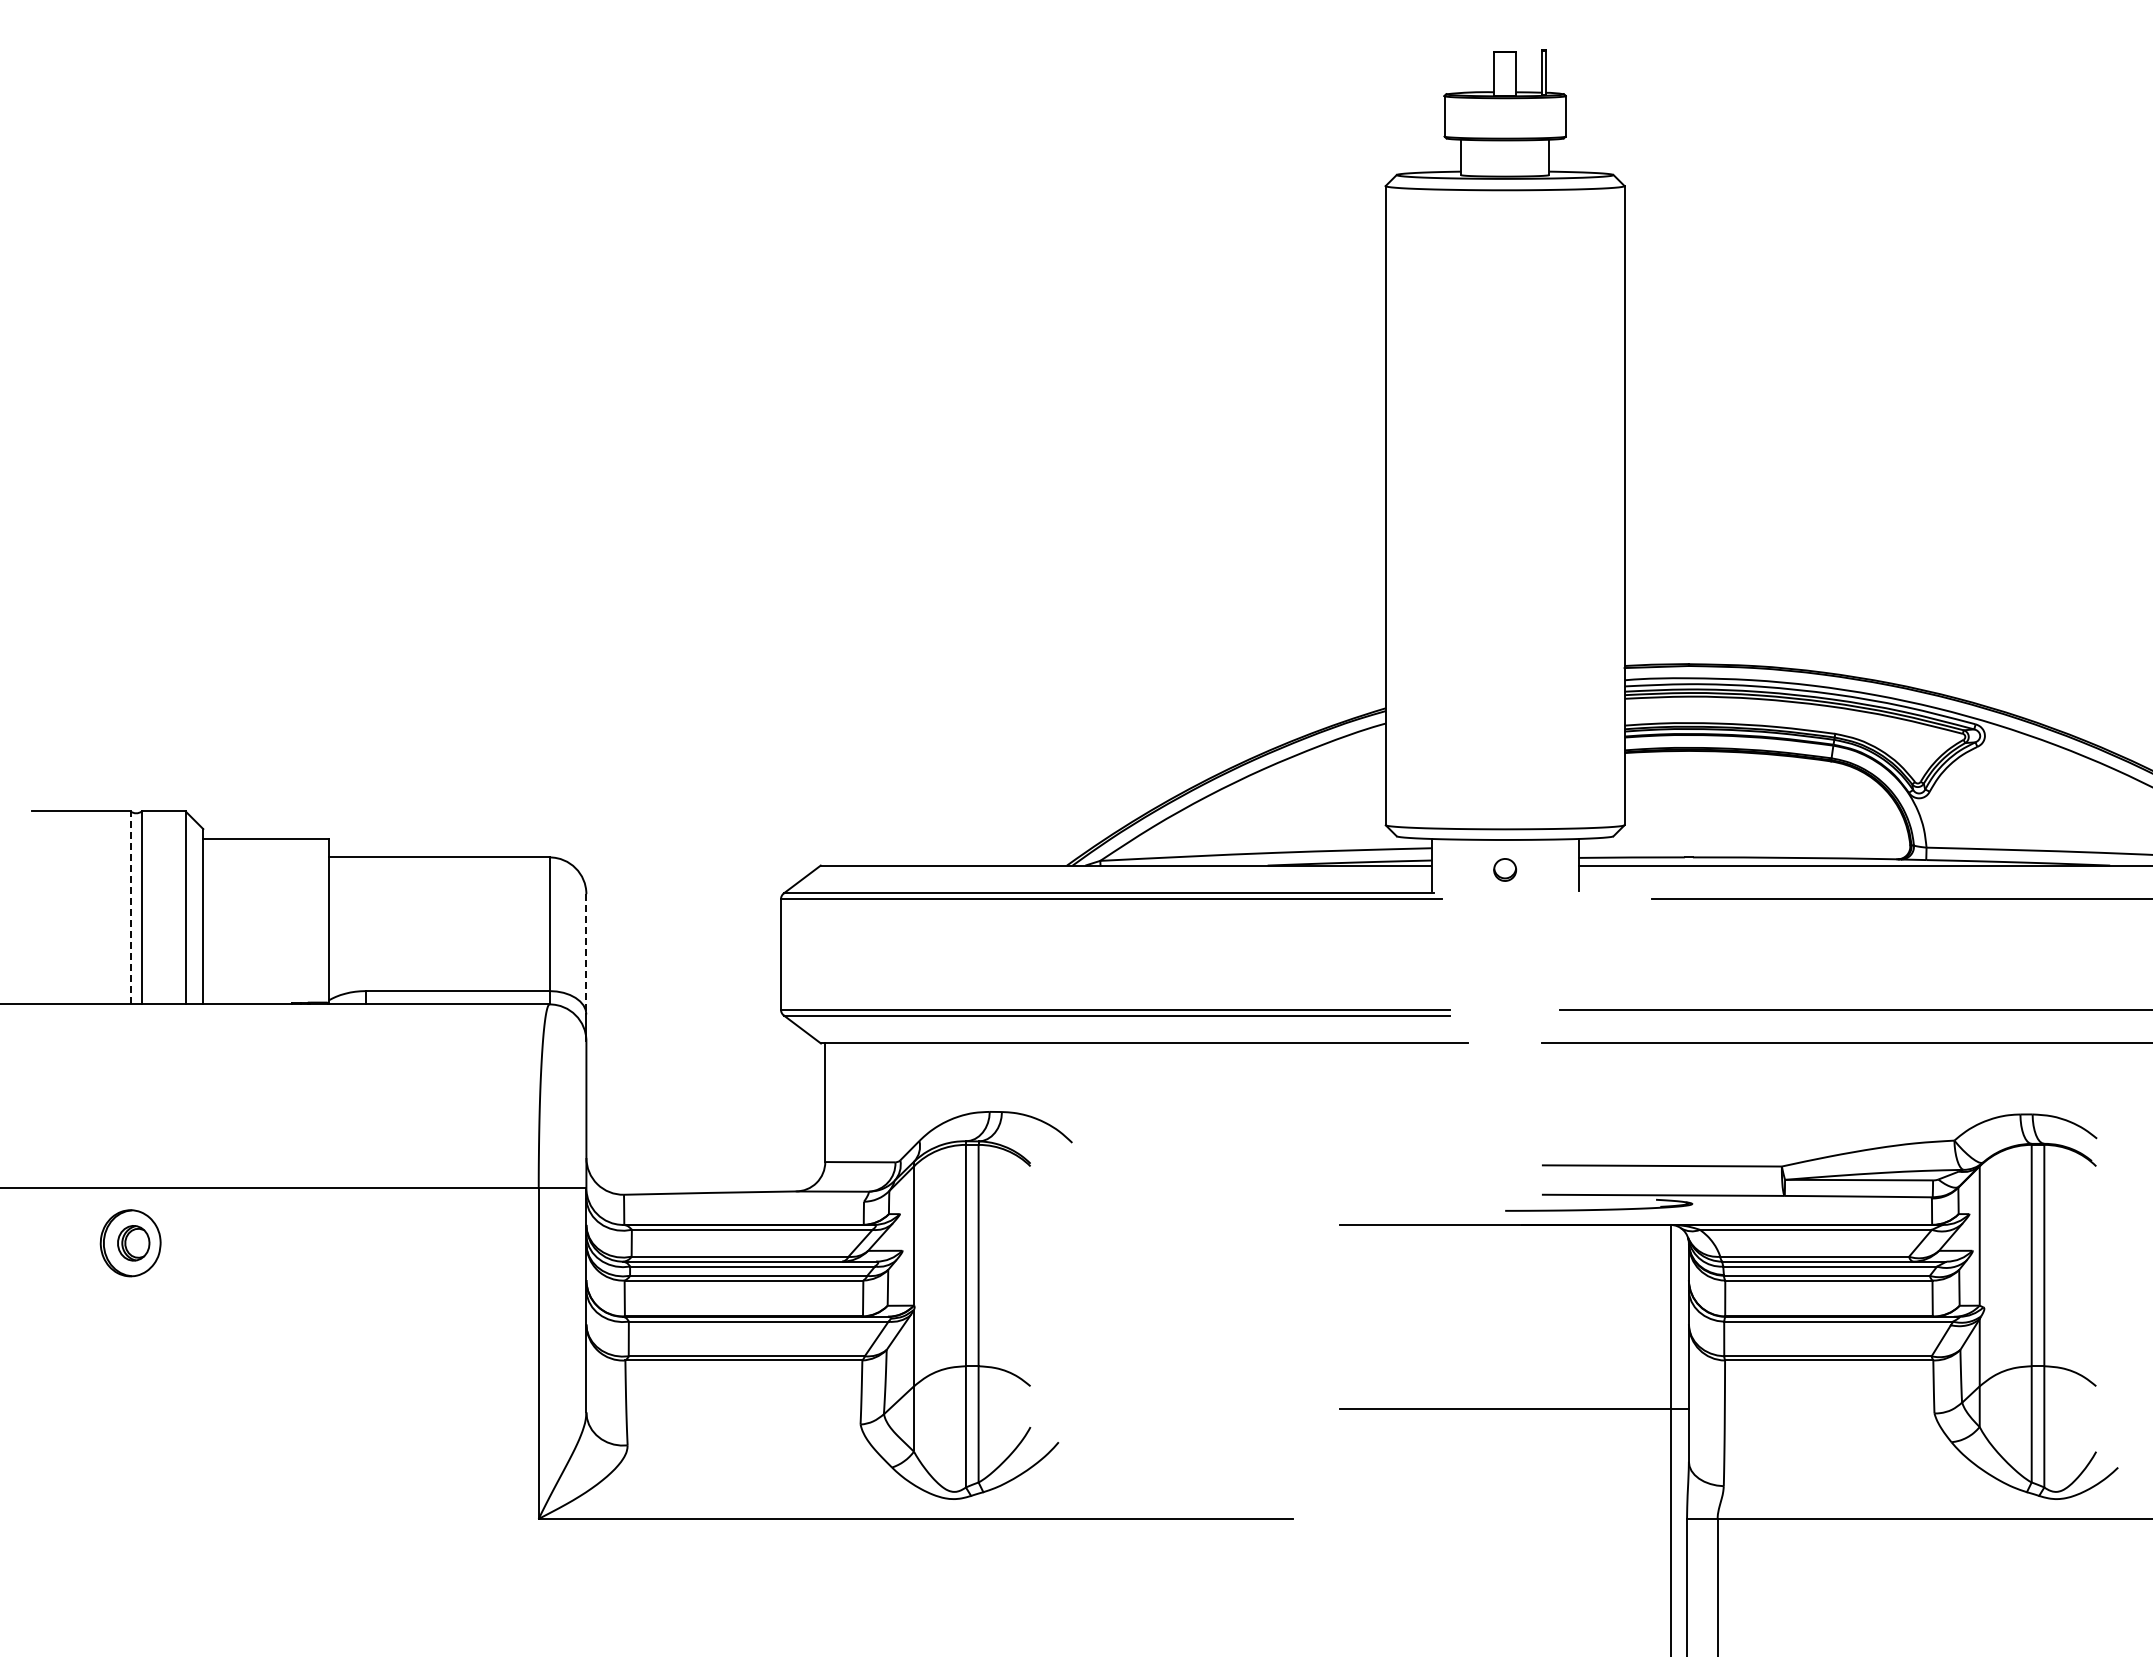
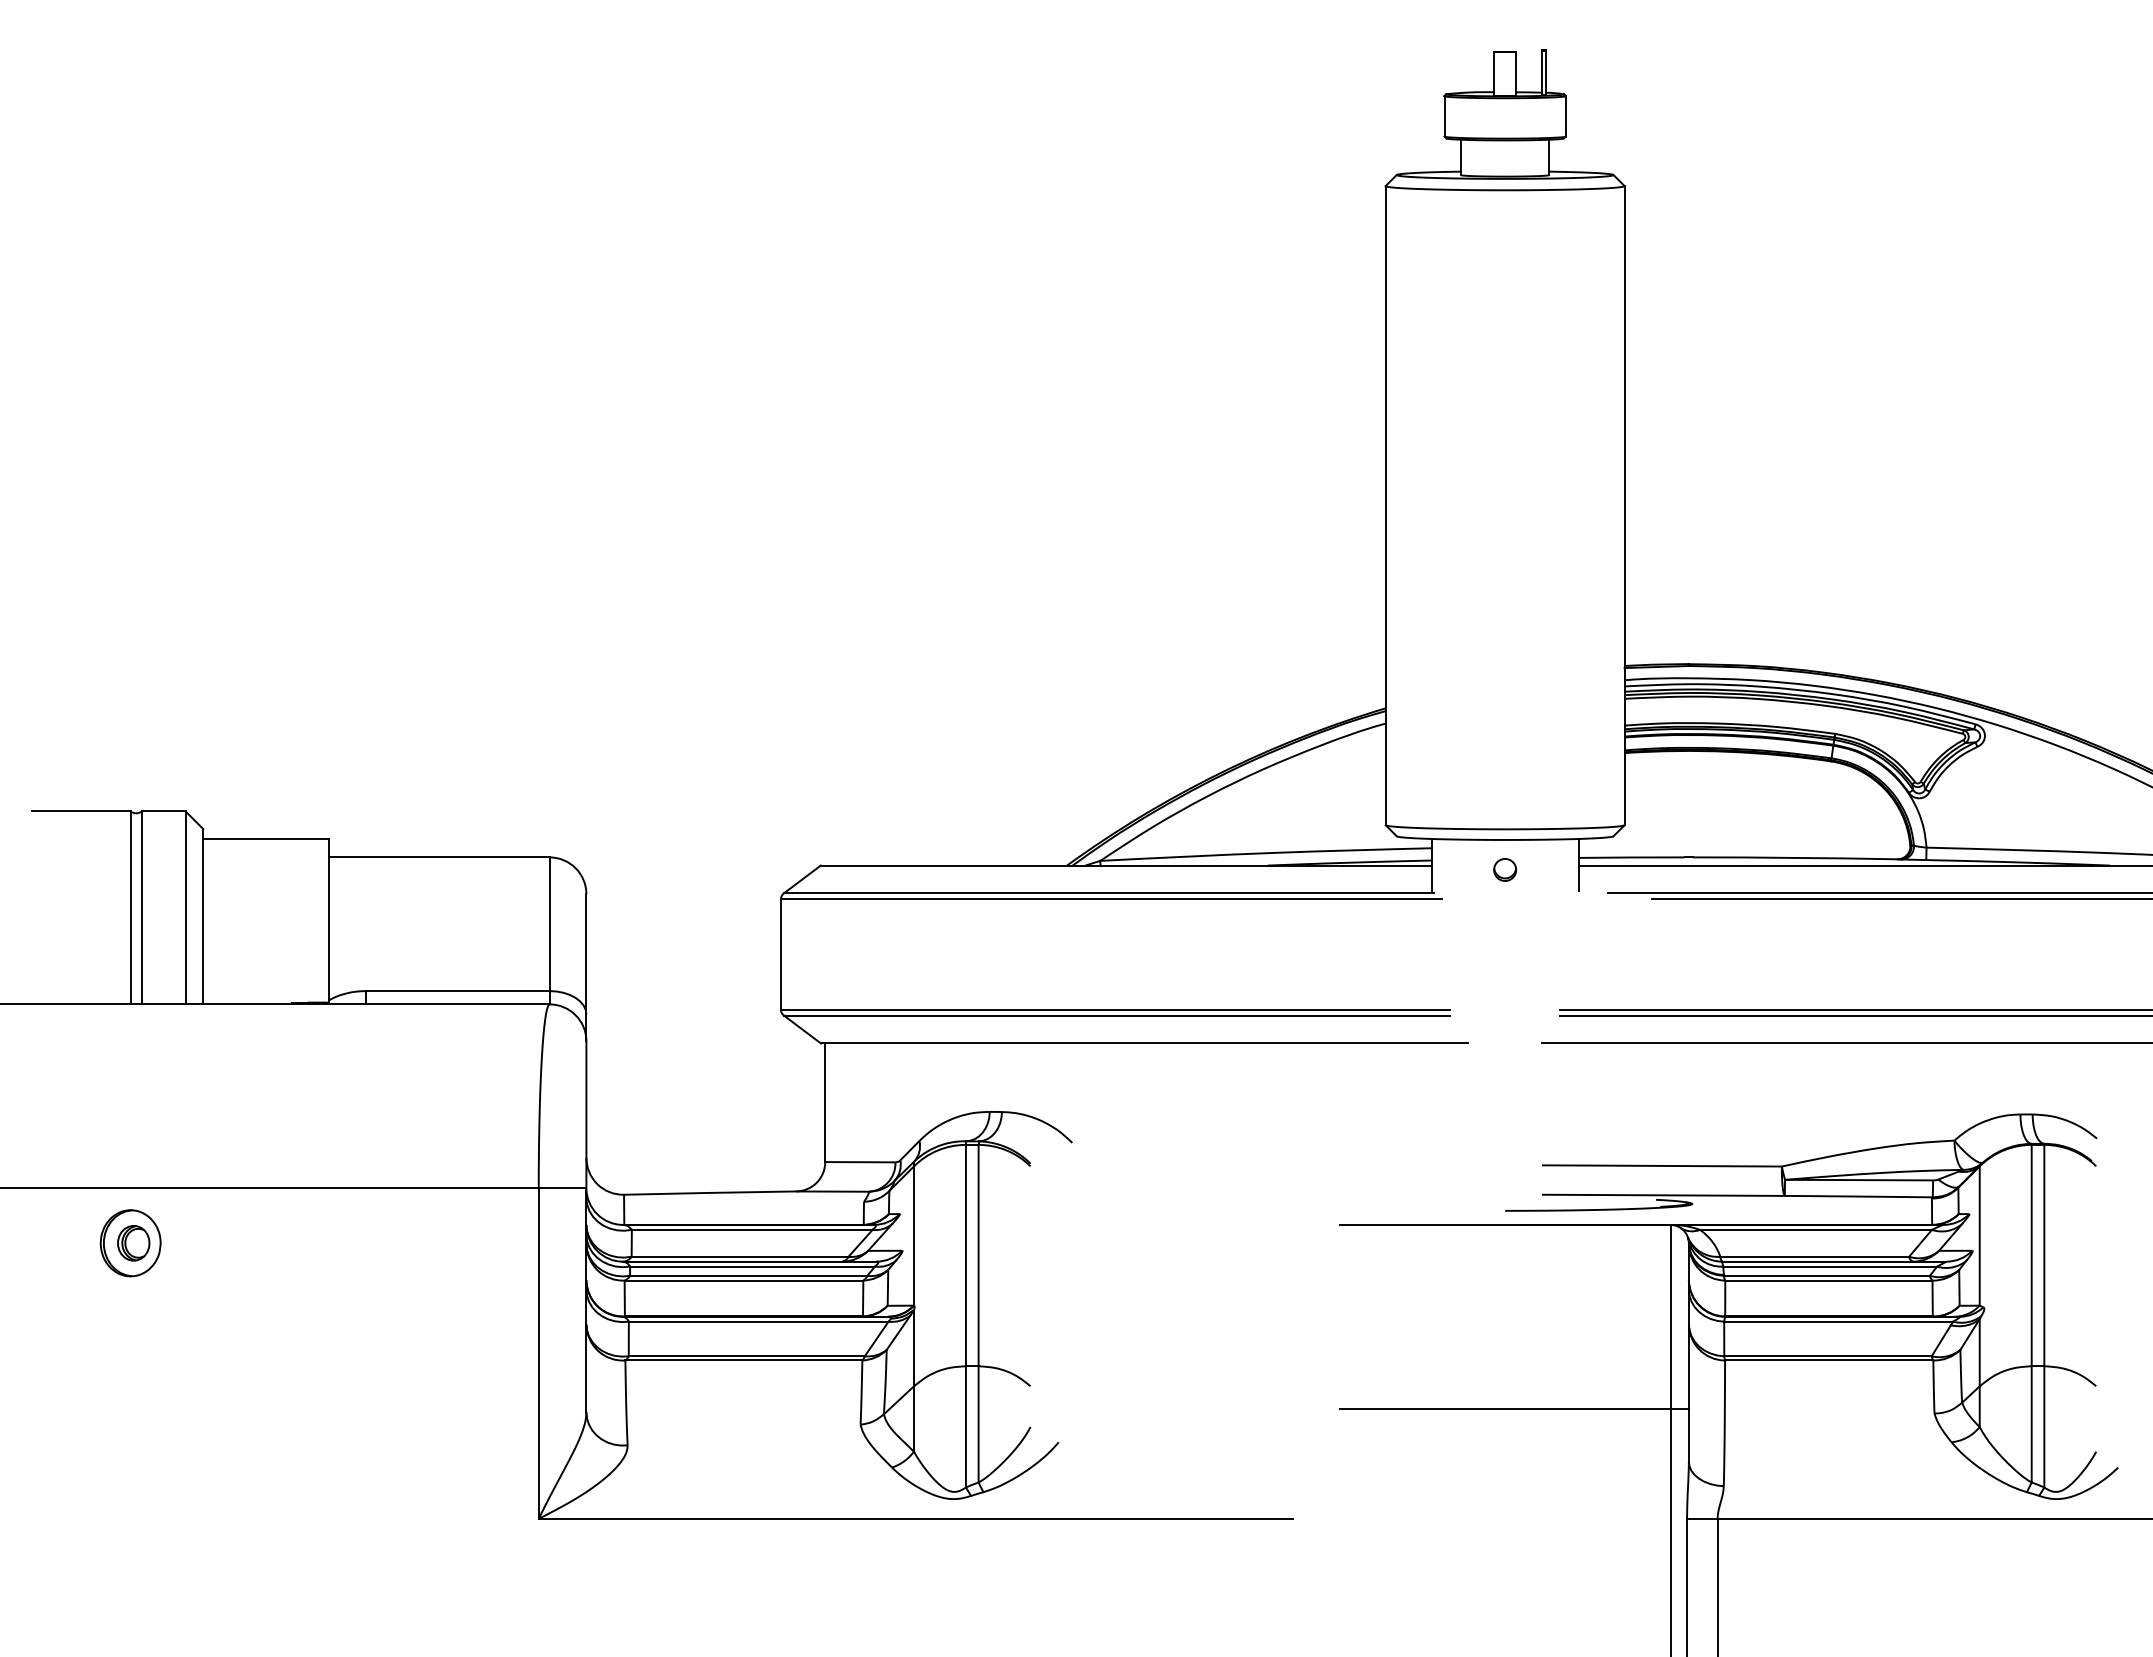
line at (1878, 893): none -> present
line at (130, 907): dashed -> solid
line at (586, 954): dashed -> solid
line at (1854, 1015): none -> present
